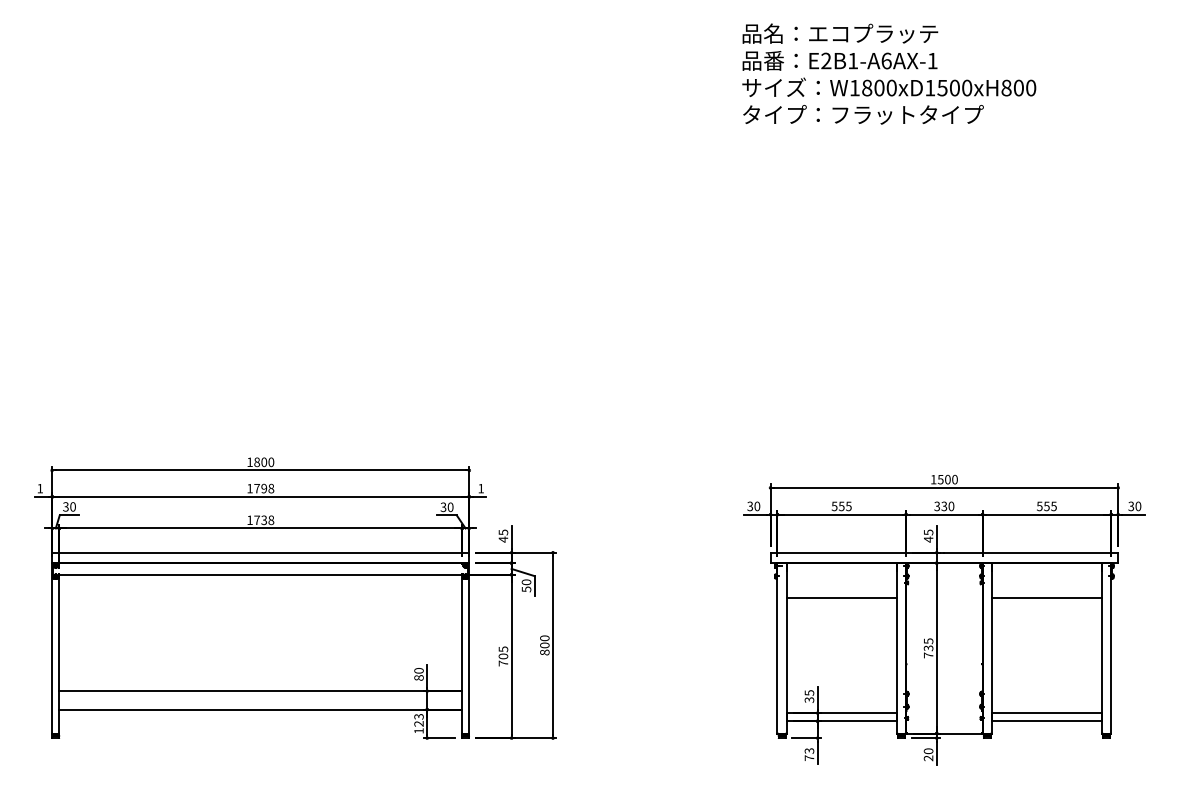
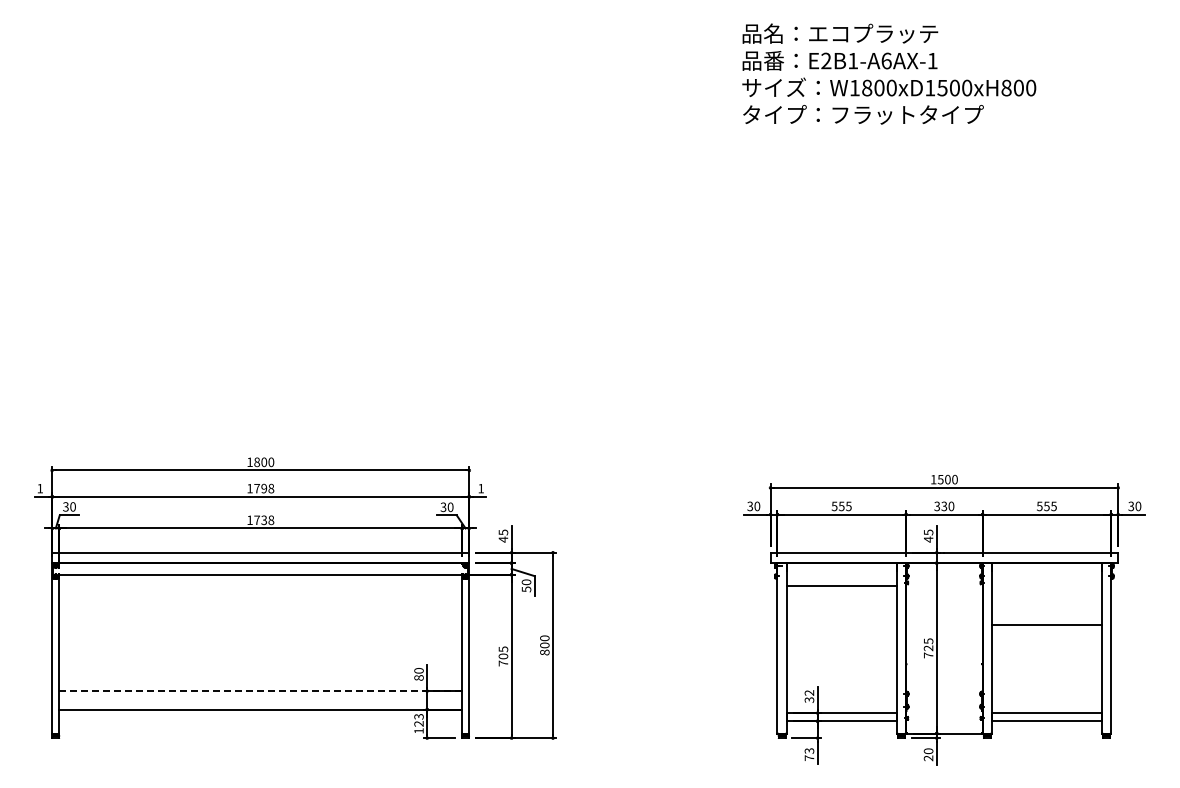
line at (841, 597) position: (841, 597) -> (841, 585)
line at (1046, 597) position: (1046, 597) -> (1046, 624)
text at (928, 648): 735 -> 725
line at (260, 691): solid -> dashed
text at (809, 692): 35 -> 32
